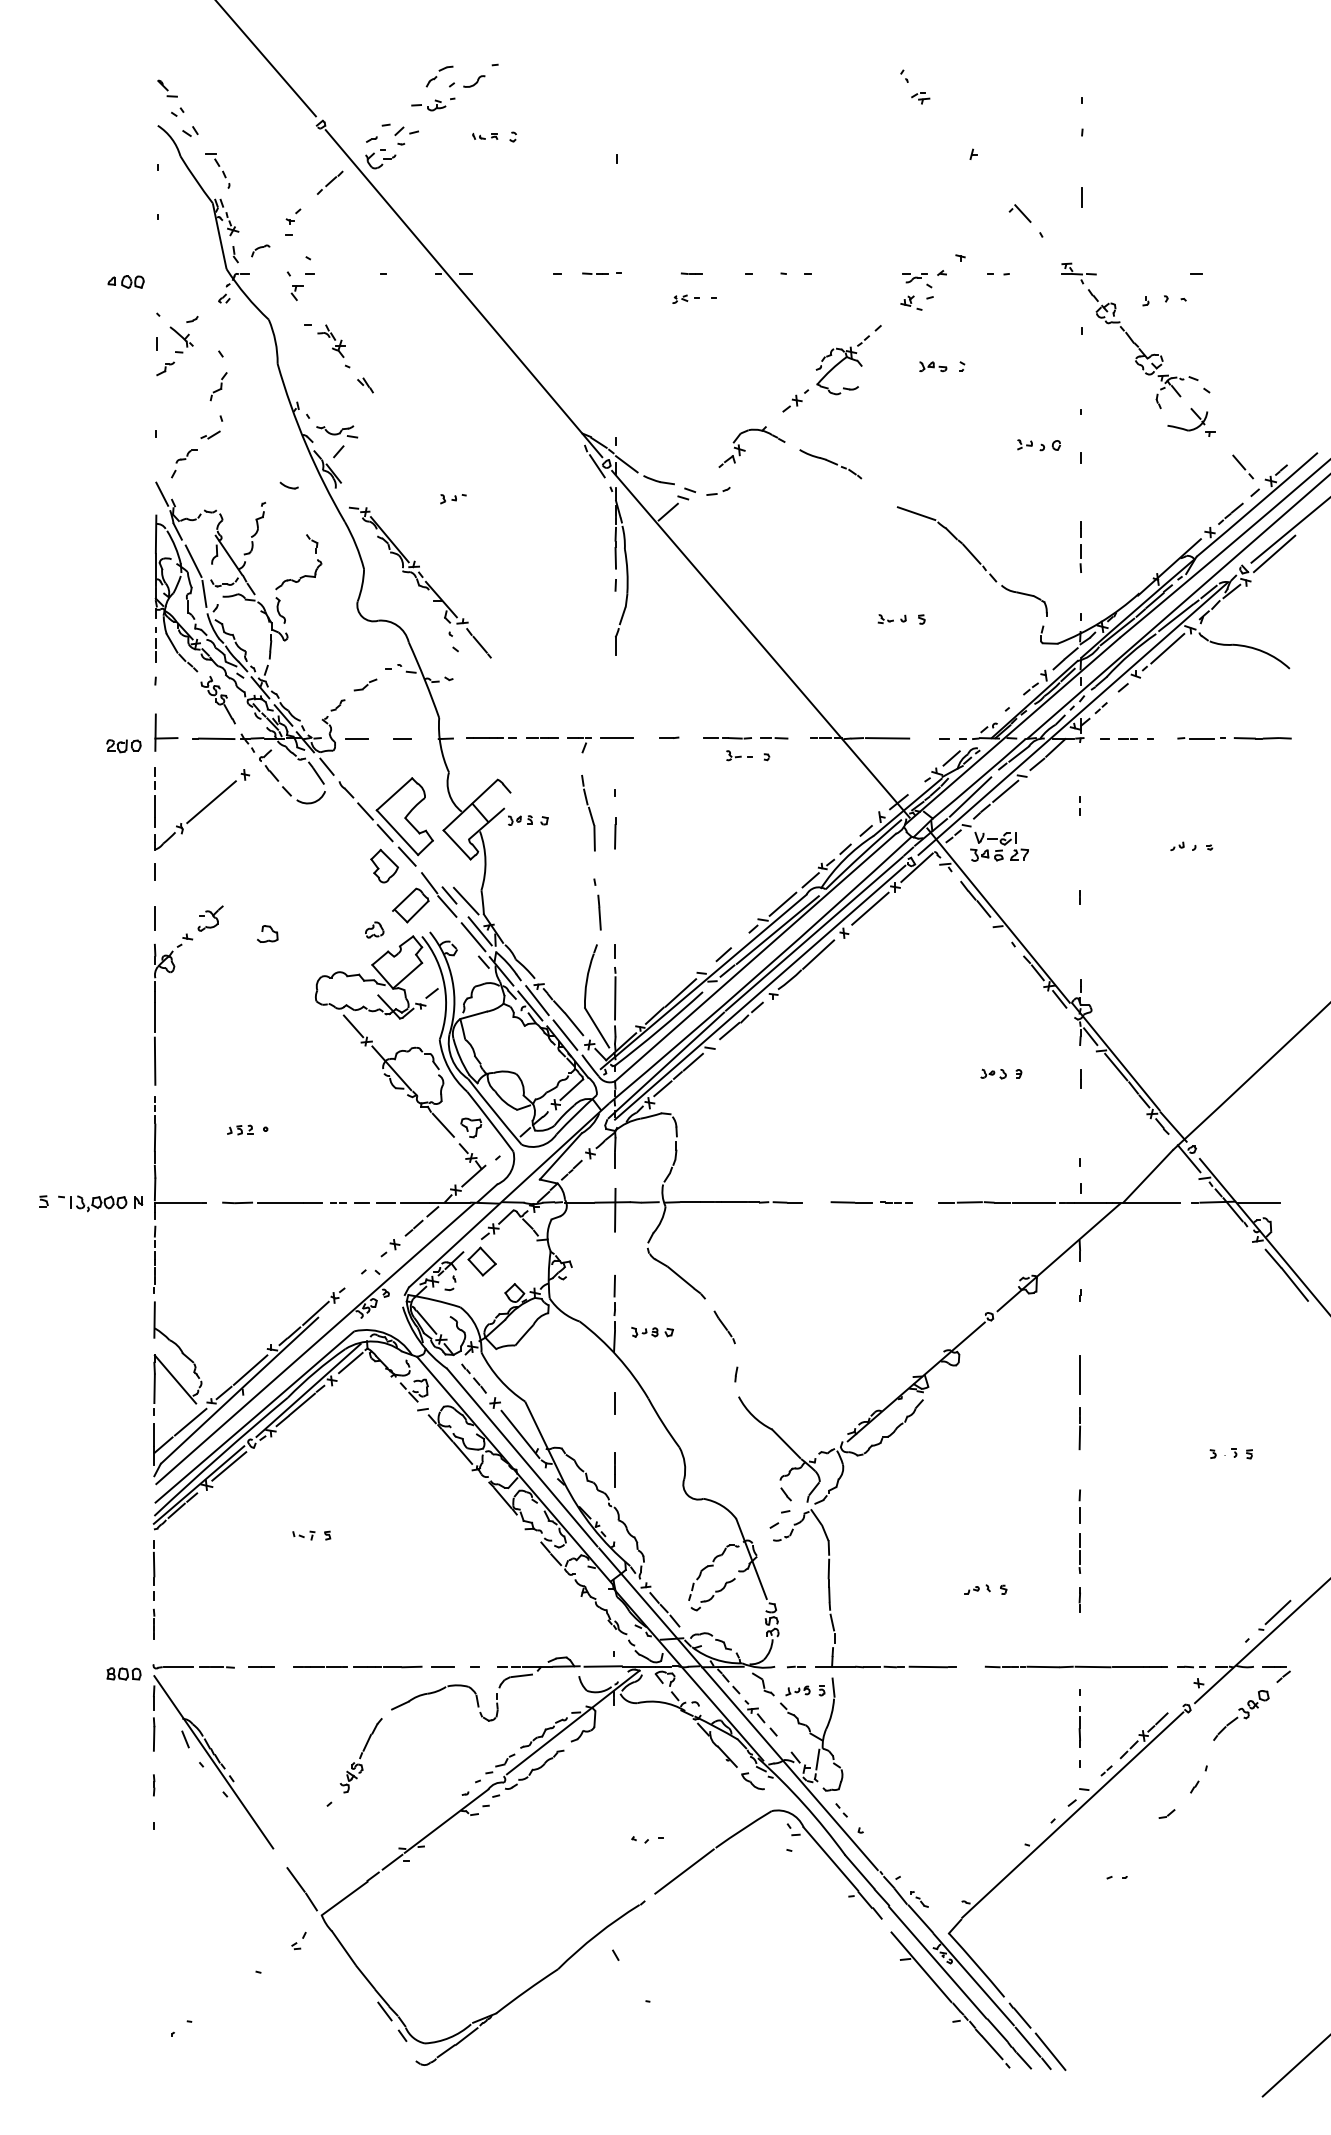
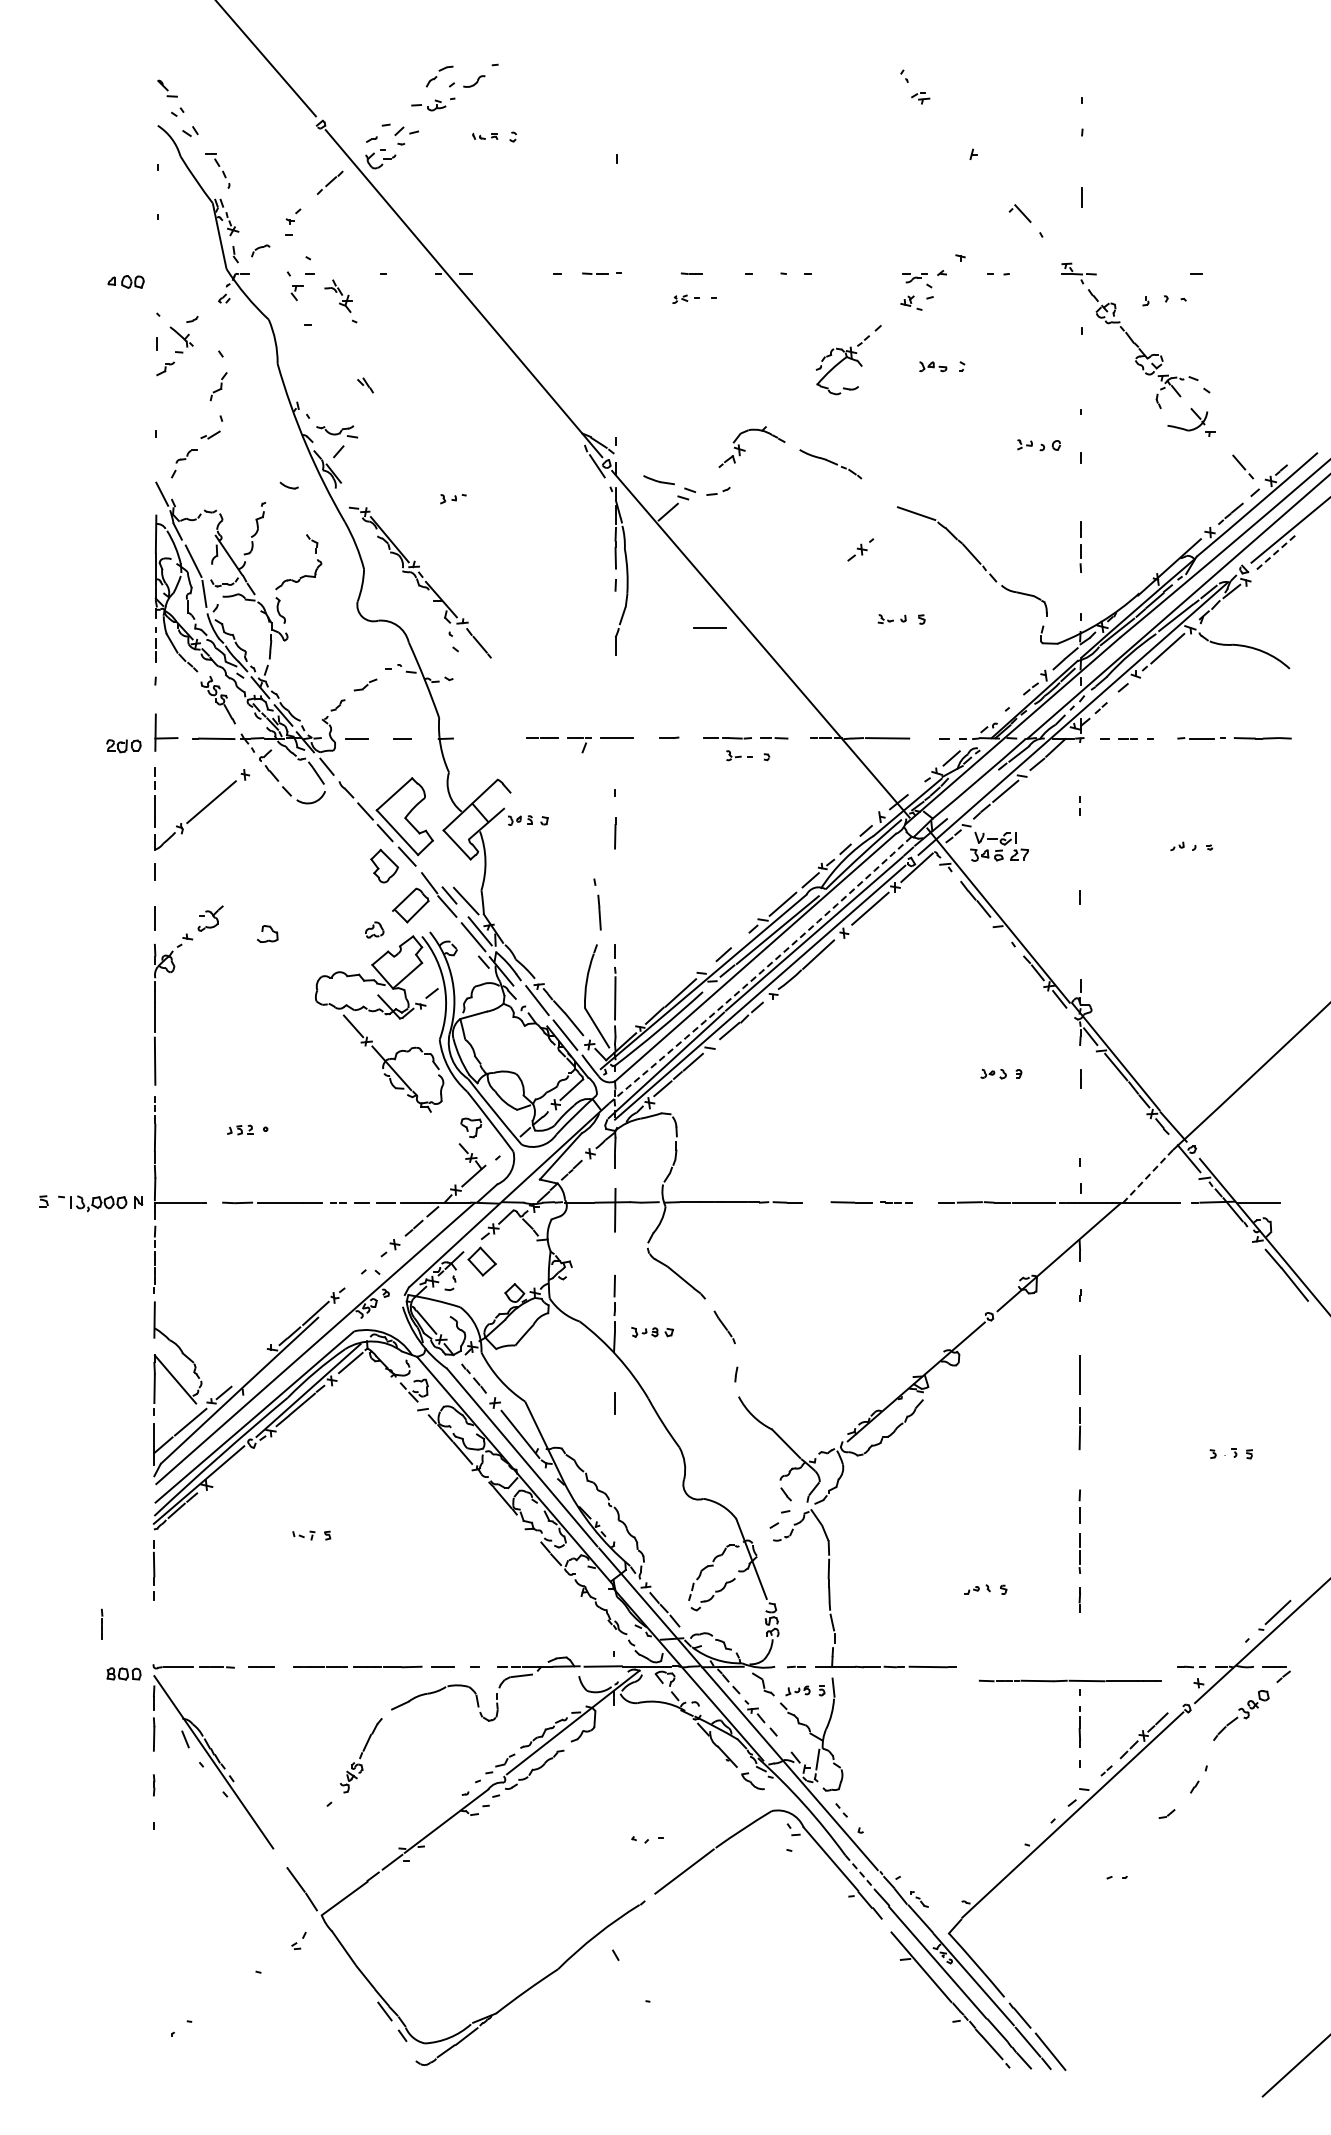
part at (333, 346) position: (333, 346) -> (340, 301)
part at (795, 400) position: (795, 400) -> (860, 549)
line at (626, 464): present -> none
line at (1274, 554): solid -> dashed
line at (709, 627): none -> present
line at (491, 737): present -> none
line at (970, 796): present -> none
part at (588, 813): present -> none
arc at (761, 971): solid -> dashed
line at (530, 1005): present -> none
line at (442, 1124): present -> none
line at (1147, 1176): solid -> dashed
line at (250, 1369): present -> none
line at (229, 1466): present -> none
line at (614, 1469): present -> none
line at (154, 1623) position: (154, 1623) -> (102, 1623)
part at (1075, 1666) position: (1075, 1666) -> (1069, 1680)
line at (860, 1872): solid -> dashed
